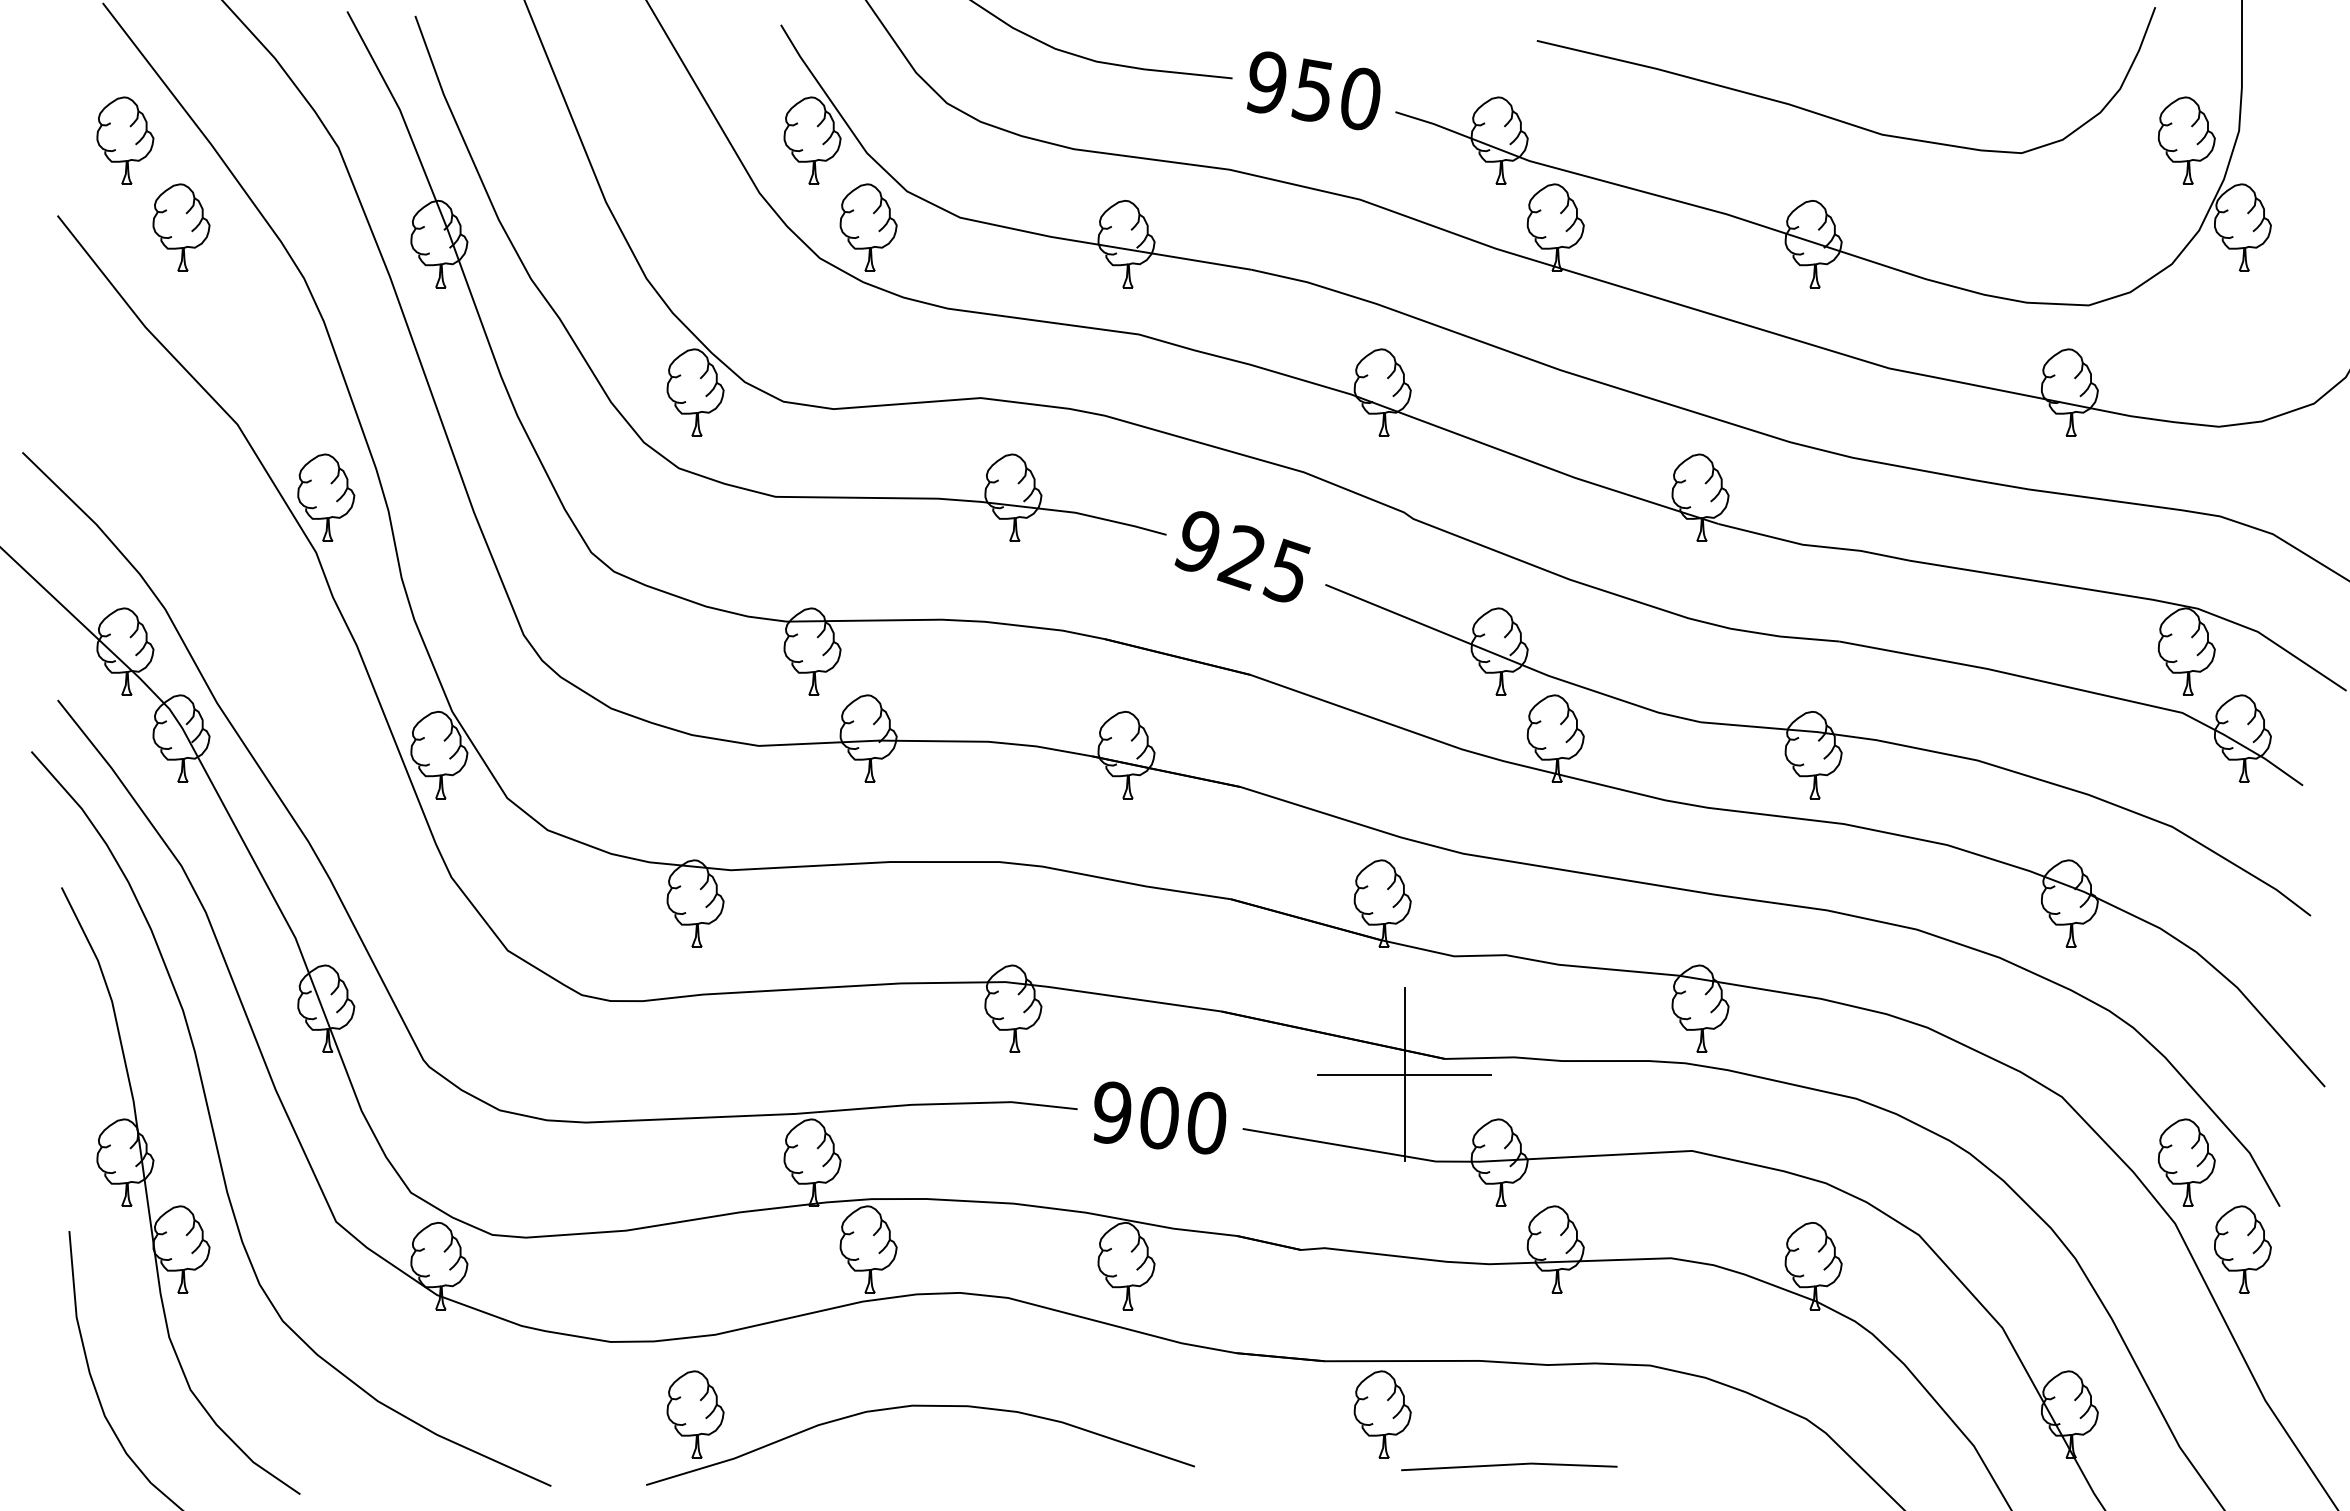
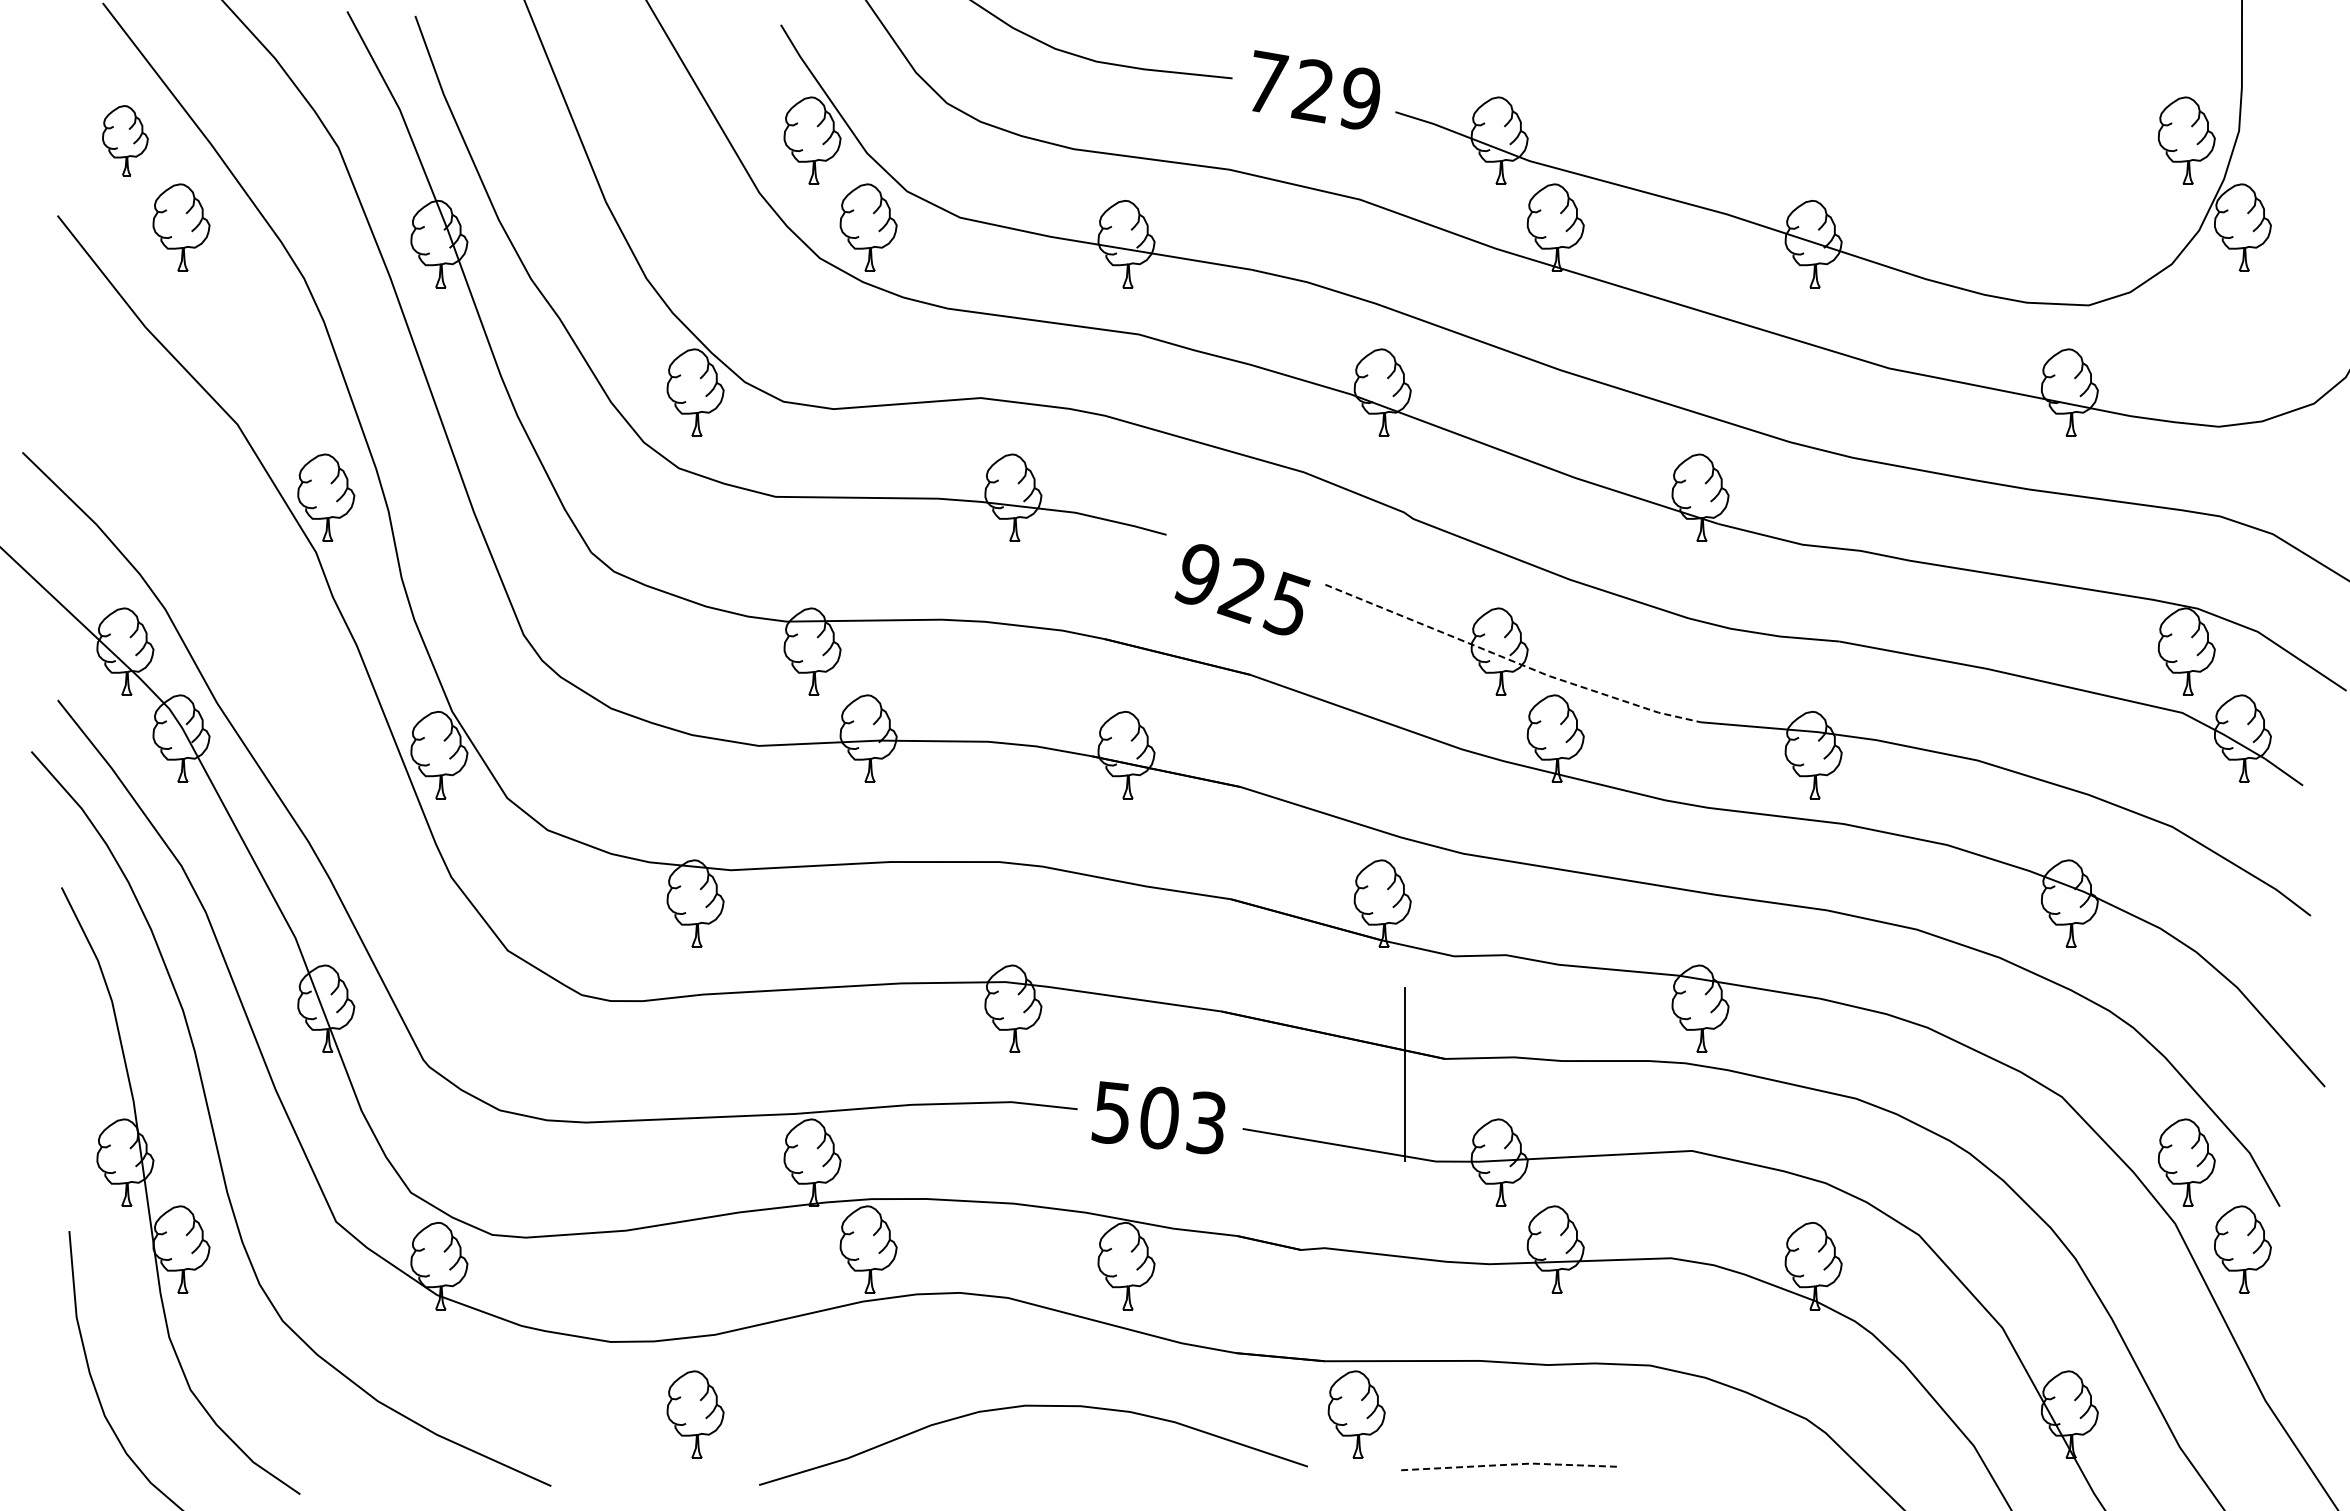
text at (1313, 90): 950 -> 729
curve at (1833, 117): present -> none
part at (125, 140) size: 59x89 px -> 47x72 px
text at (1242, 556) position: (1242, 556) -> (1242, 589)
line at (1511, 660): solid -> dashed
line at (1404, 1074): present -> none
text at (1158, 1117): 900 -> 503
curve at (920, 1406) position: (920, 1406) -> (1033, 1406)
part at (1382, 1414) position: (1382, 1414) -> (1356, 1414)
line at (1510, 1464): solid -> dashed
